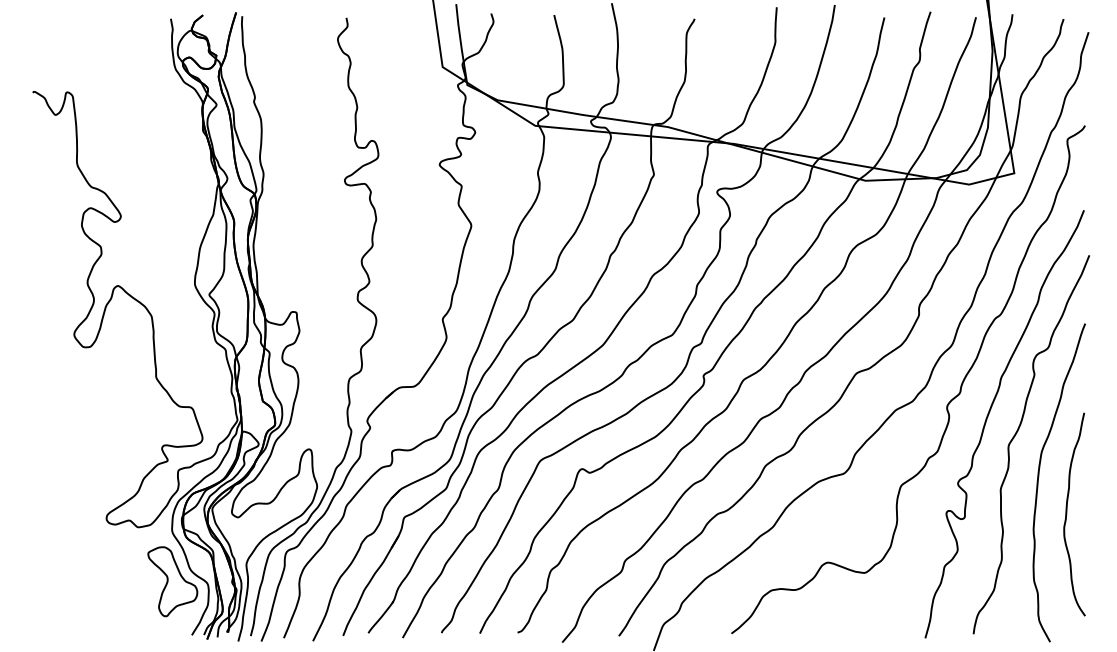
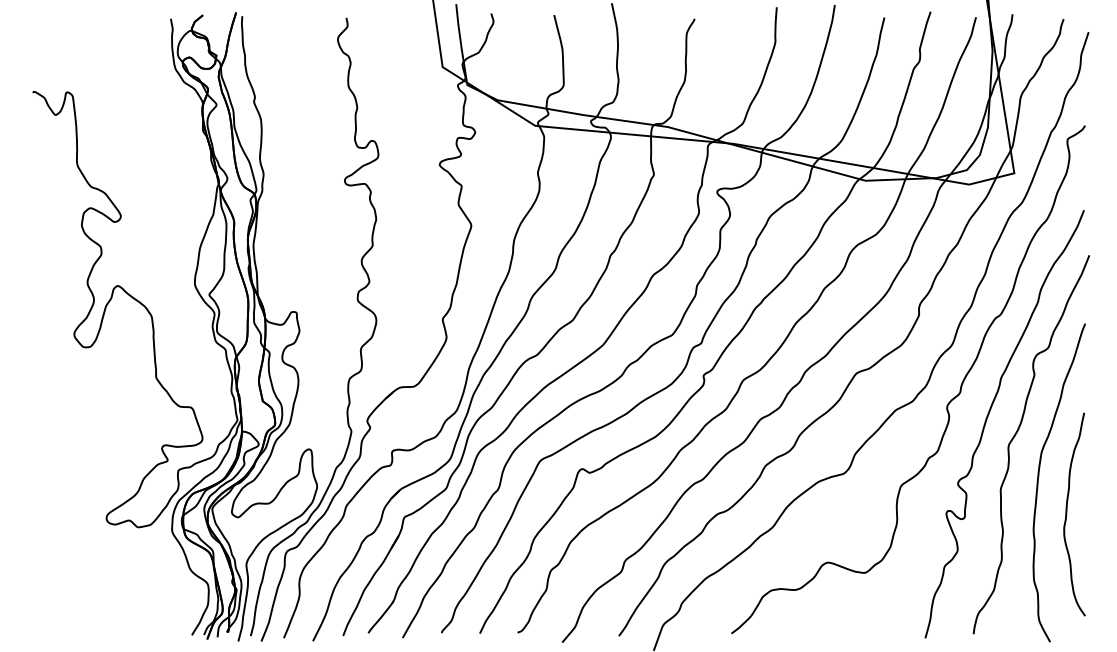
part at (172, 581): present -> none
